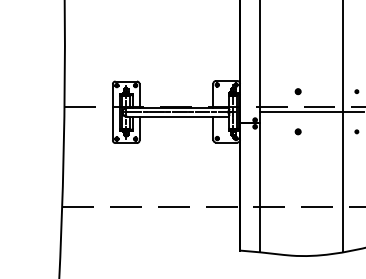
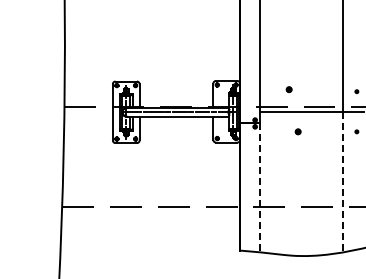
part at (297, 91) position: (297, 91) -> (288, 89)
line at (343, 182): solid -> dashed
line at (260, 188): solid -> dashed
